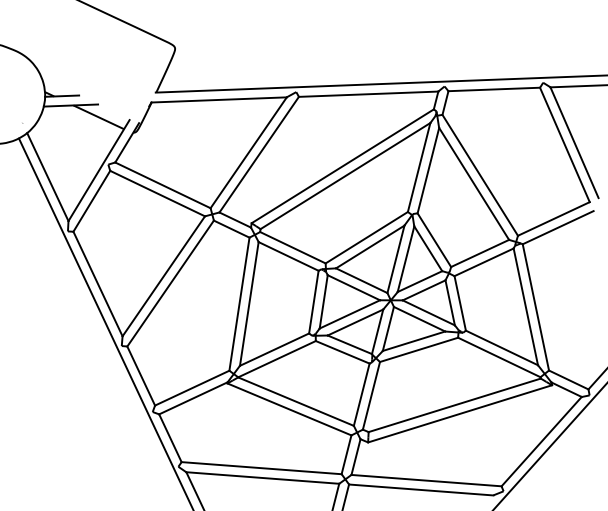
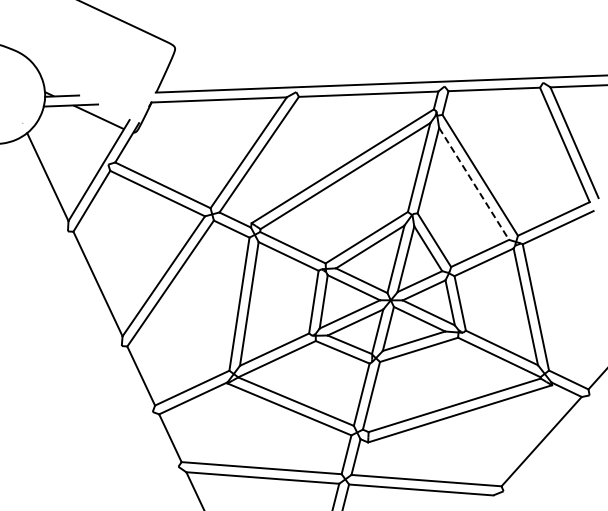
line at (474, 183): solid -> dashed
line at (105, 322): present -> none
line at (549, 446): present -> none
